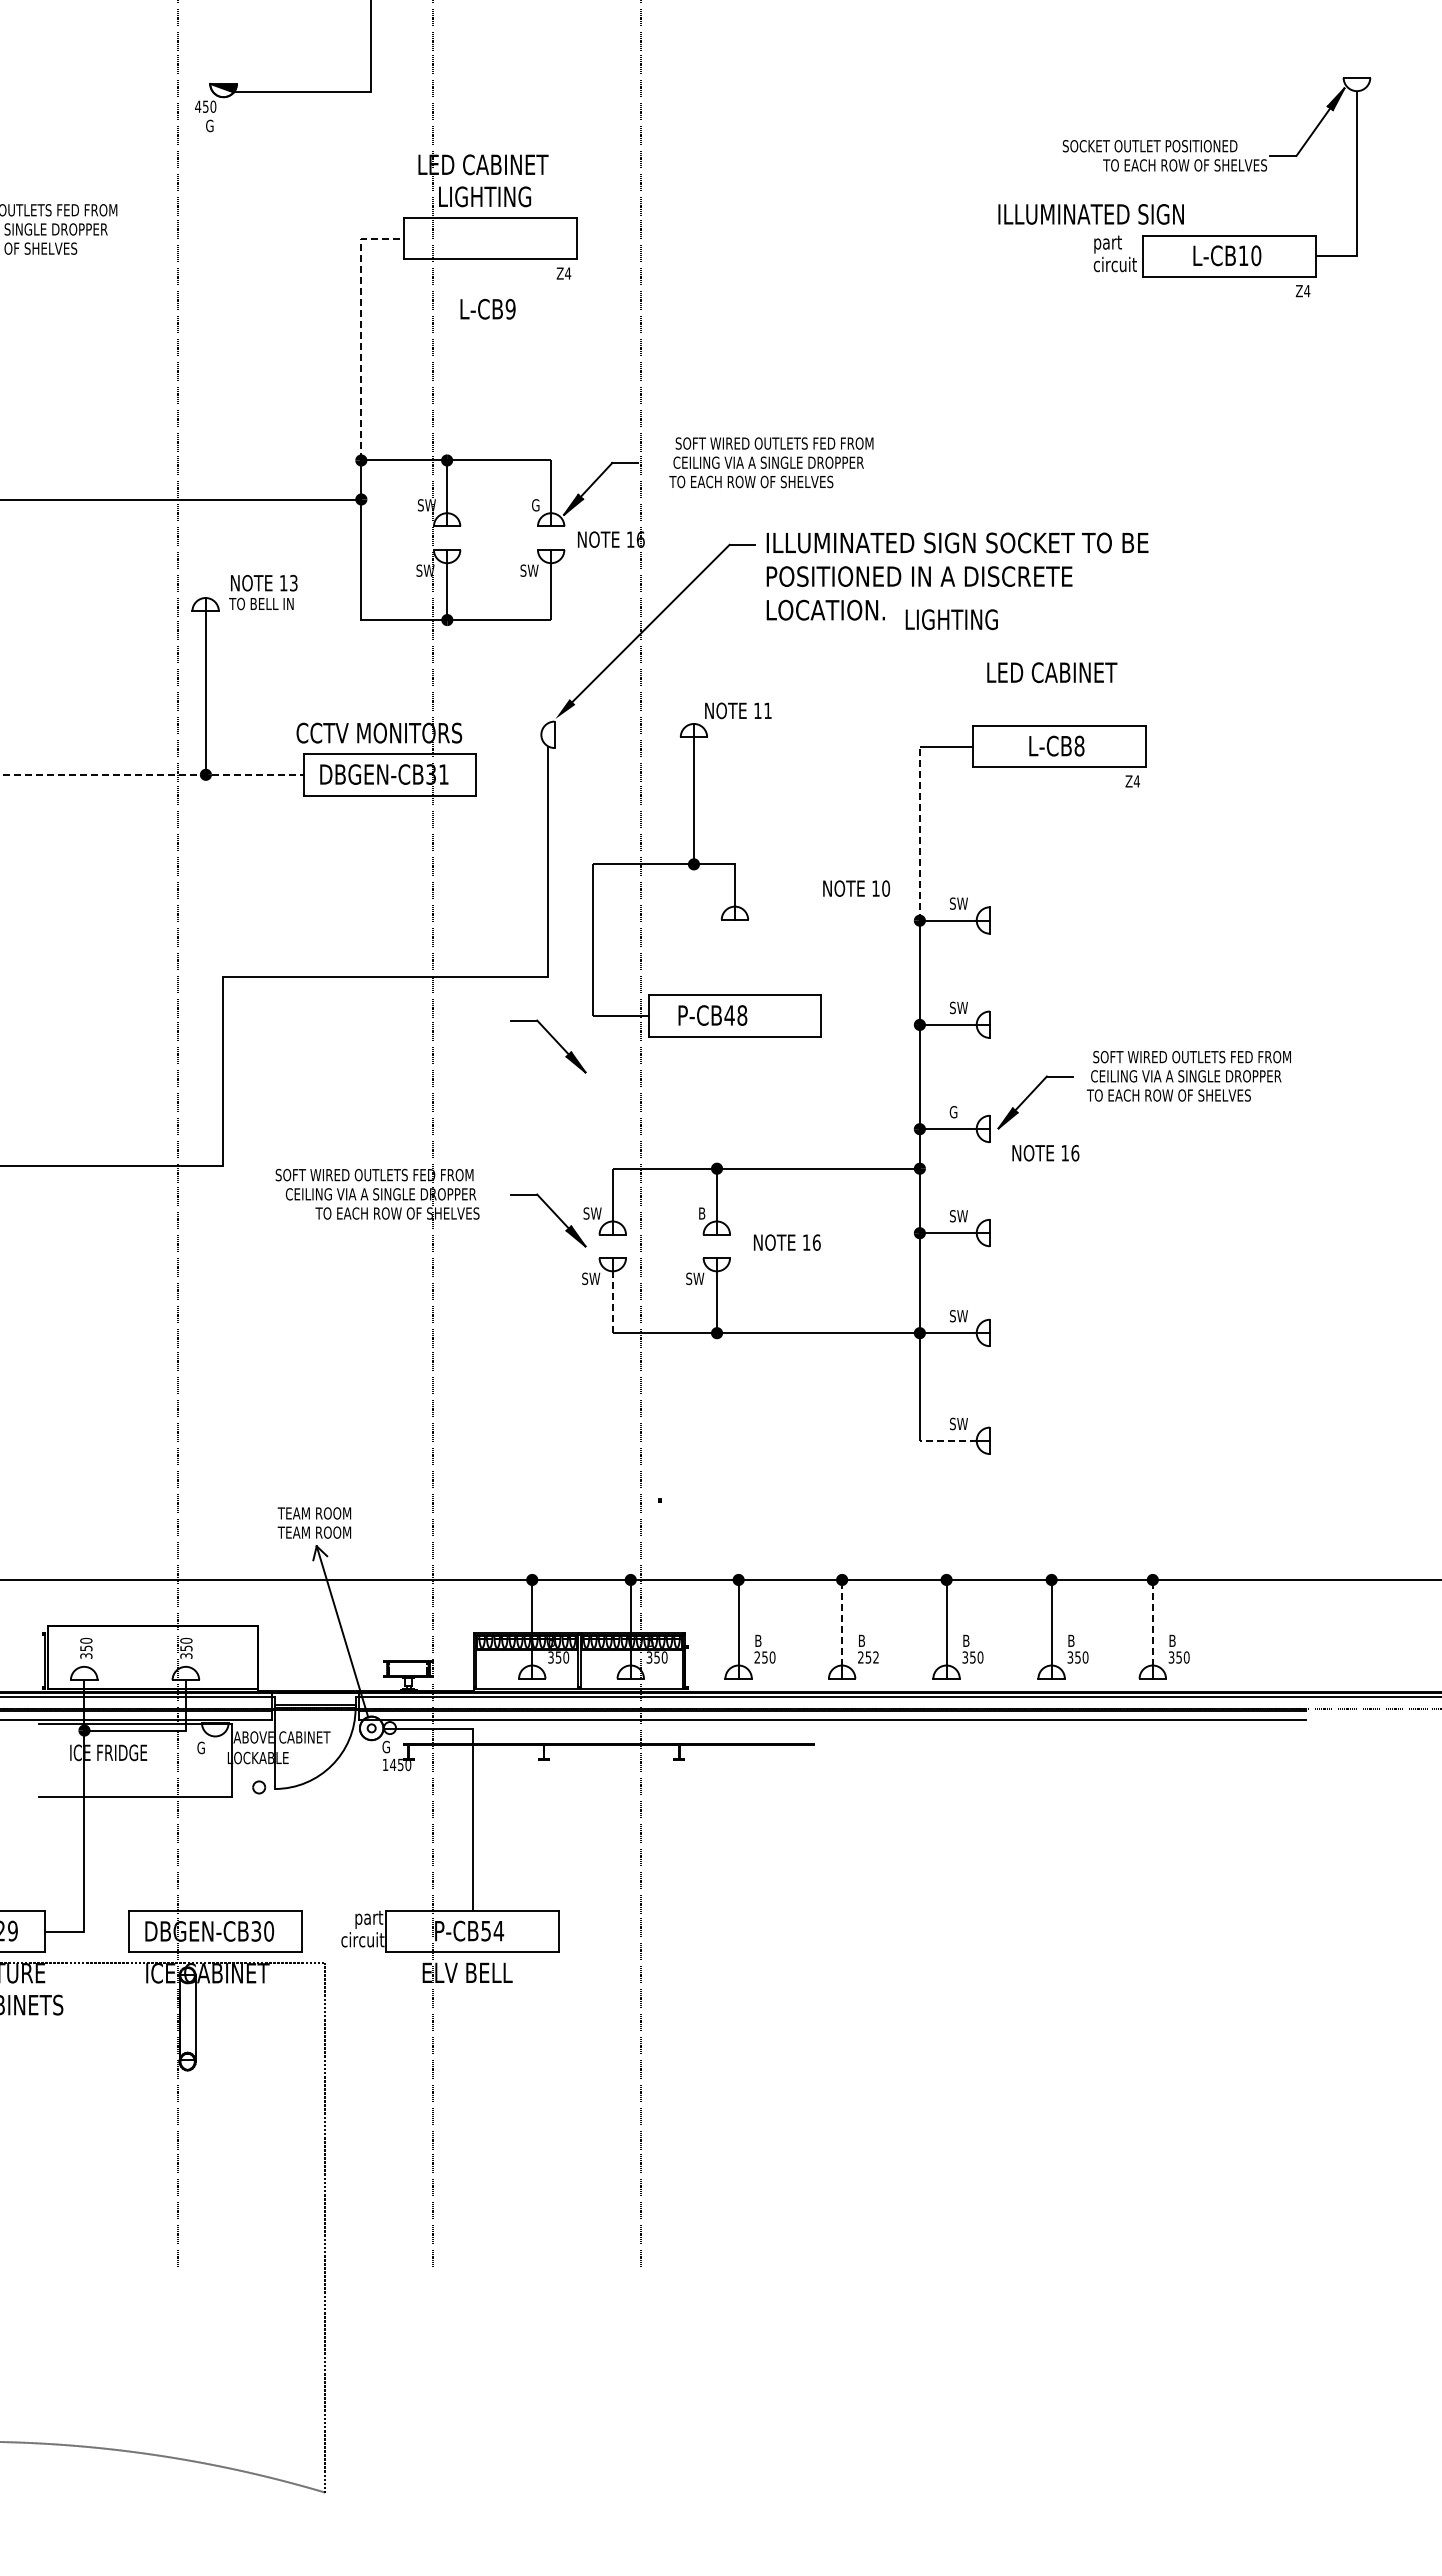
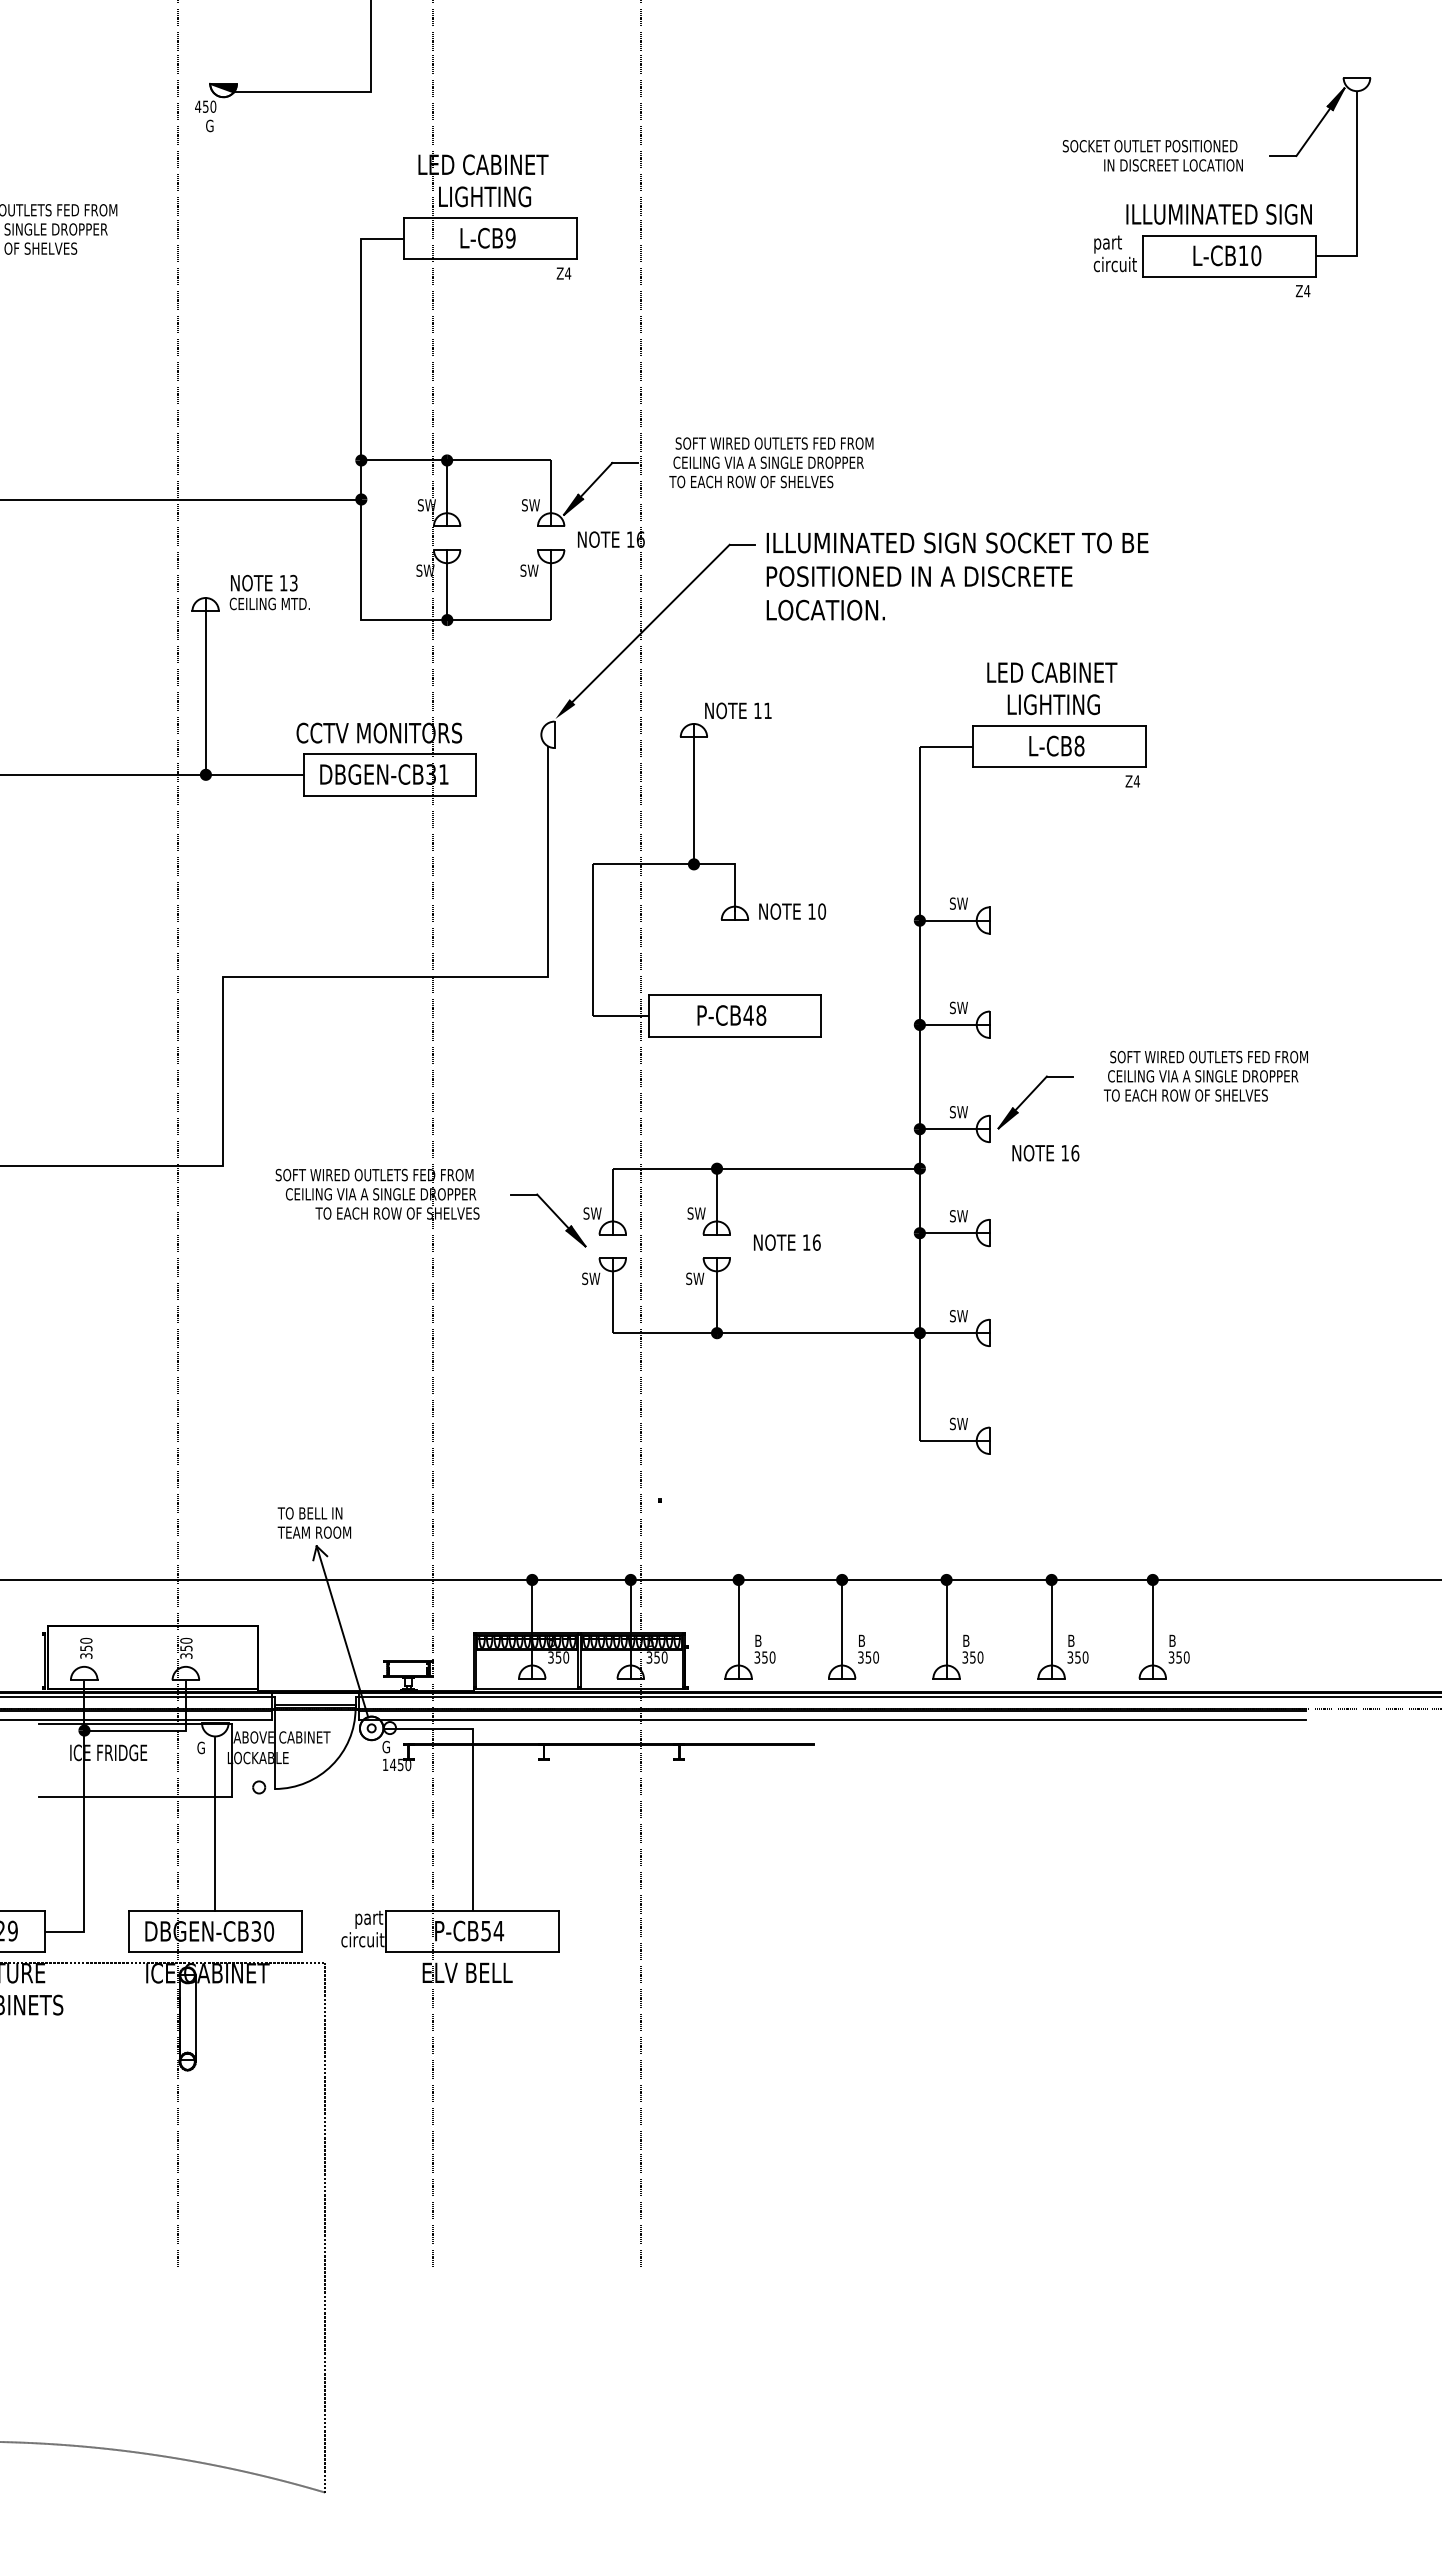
text at (1185, 165): TO EACH ROW OF SHELVES -> IN DISCREET LOCATION
text at (1090, 214) position: (1090, 214) -> (1218, 214)
text at (487, 308) position: (487, 308) -> (487, 237)
line at (361, 327): dashed -> solid
text at (530, 505): G -> SW
text at (269, 603): TO BELL IN -> CEILING MTD.
text at (951, 619) position: (951, 619) -> (1053, 704)
line at (152, 774): dashed -> solid
line at (919, 833): dashed -> solid
text at (856, 888) position: (856, 888) -> (792, 911)
text at (712, 1015) position: (712, 1015) -> (731, 1015)
part at (554, 1040): present -> none
text at (1188, 1075) position: (1188, 1075) -> (1205, 1075)
text at (958, 1112): G -> SW
text at (696, 1213): B -> SW
line at (613, 1302): dashed -> solid
line at (947, 1440): dashed -> solid
text at (318, 1513): TEAM ROOM -> TO BELL IN
line at (842, 1622): dashed -> solid
line at (1152, 1622): dashed -> solid
text at (757, 1657): 250 -> 350
text at (868, 1657): 252 -> 350
line at (215, 1824): none -> present
